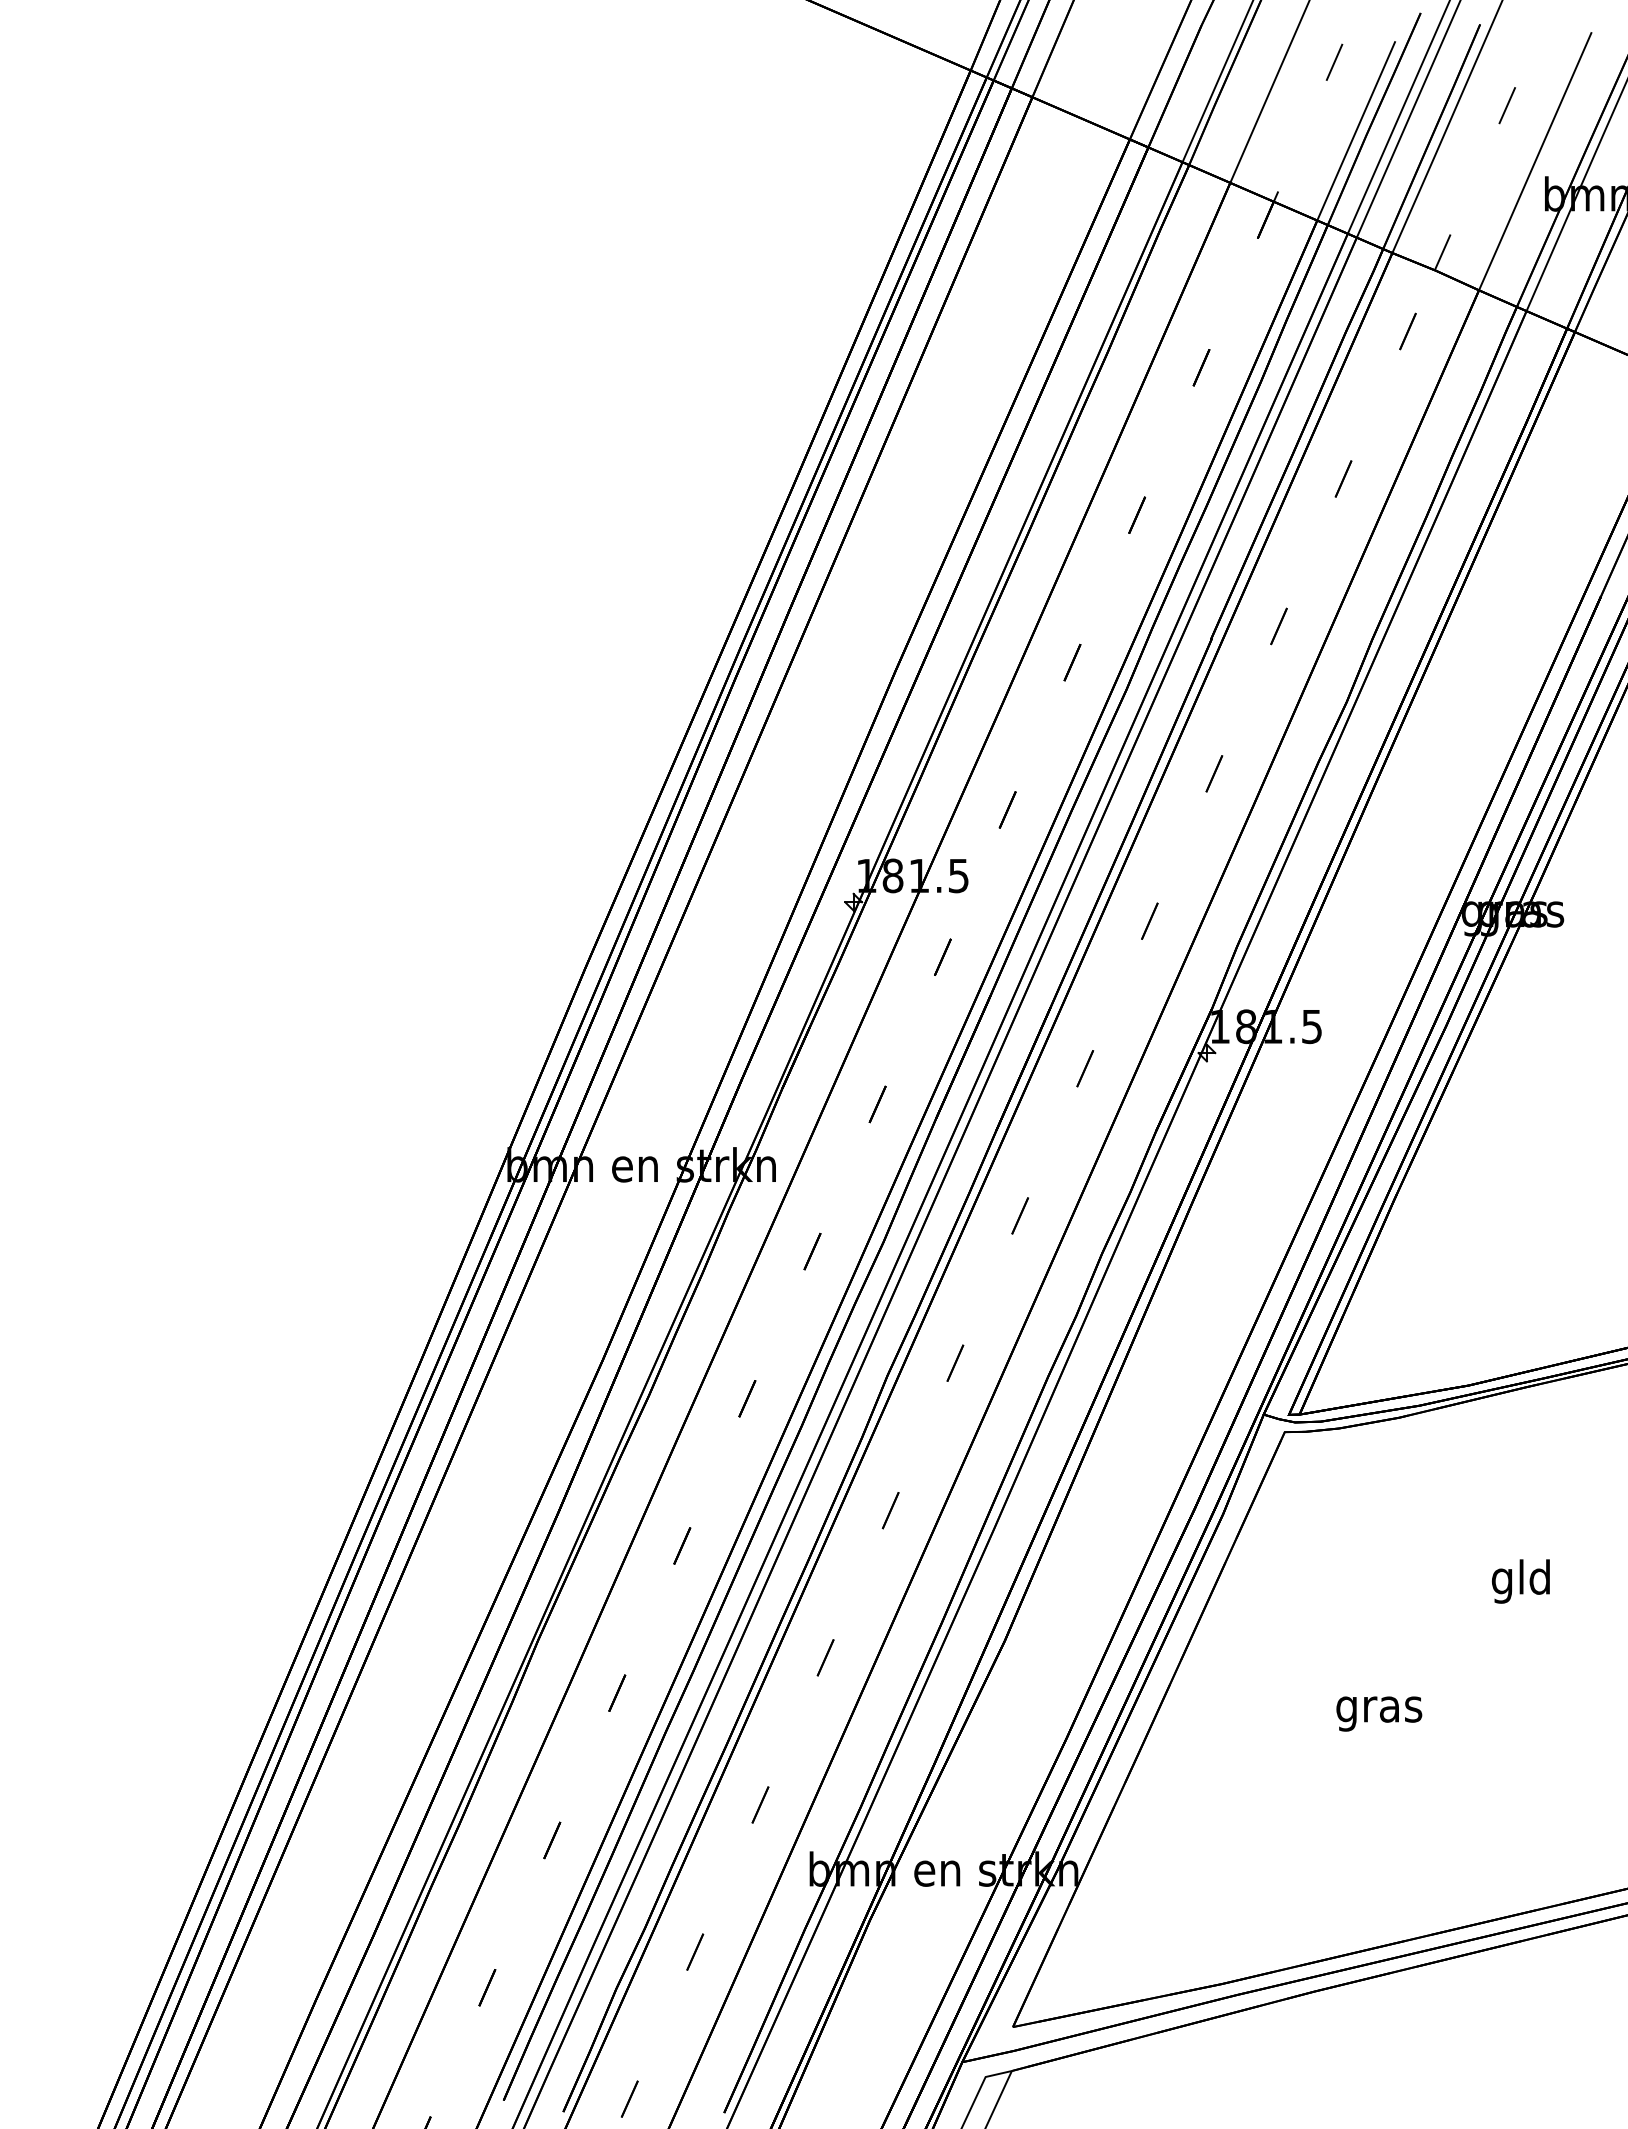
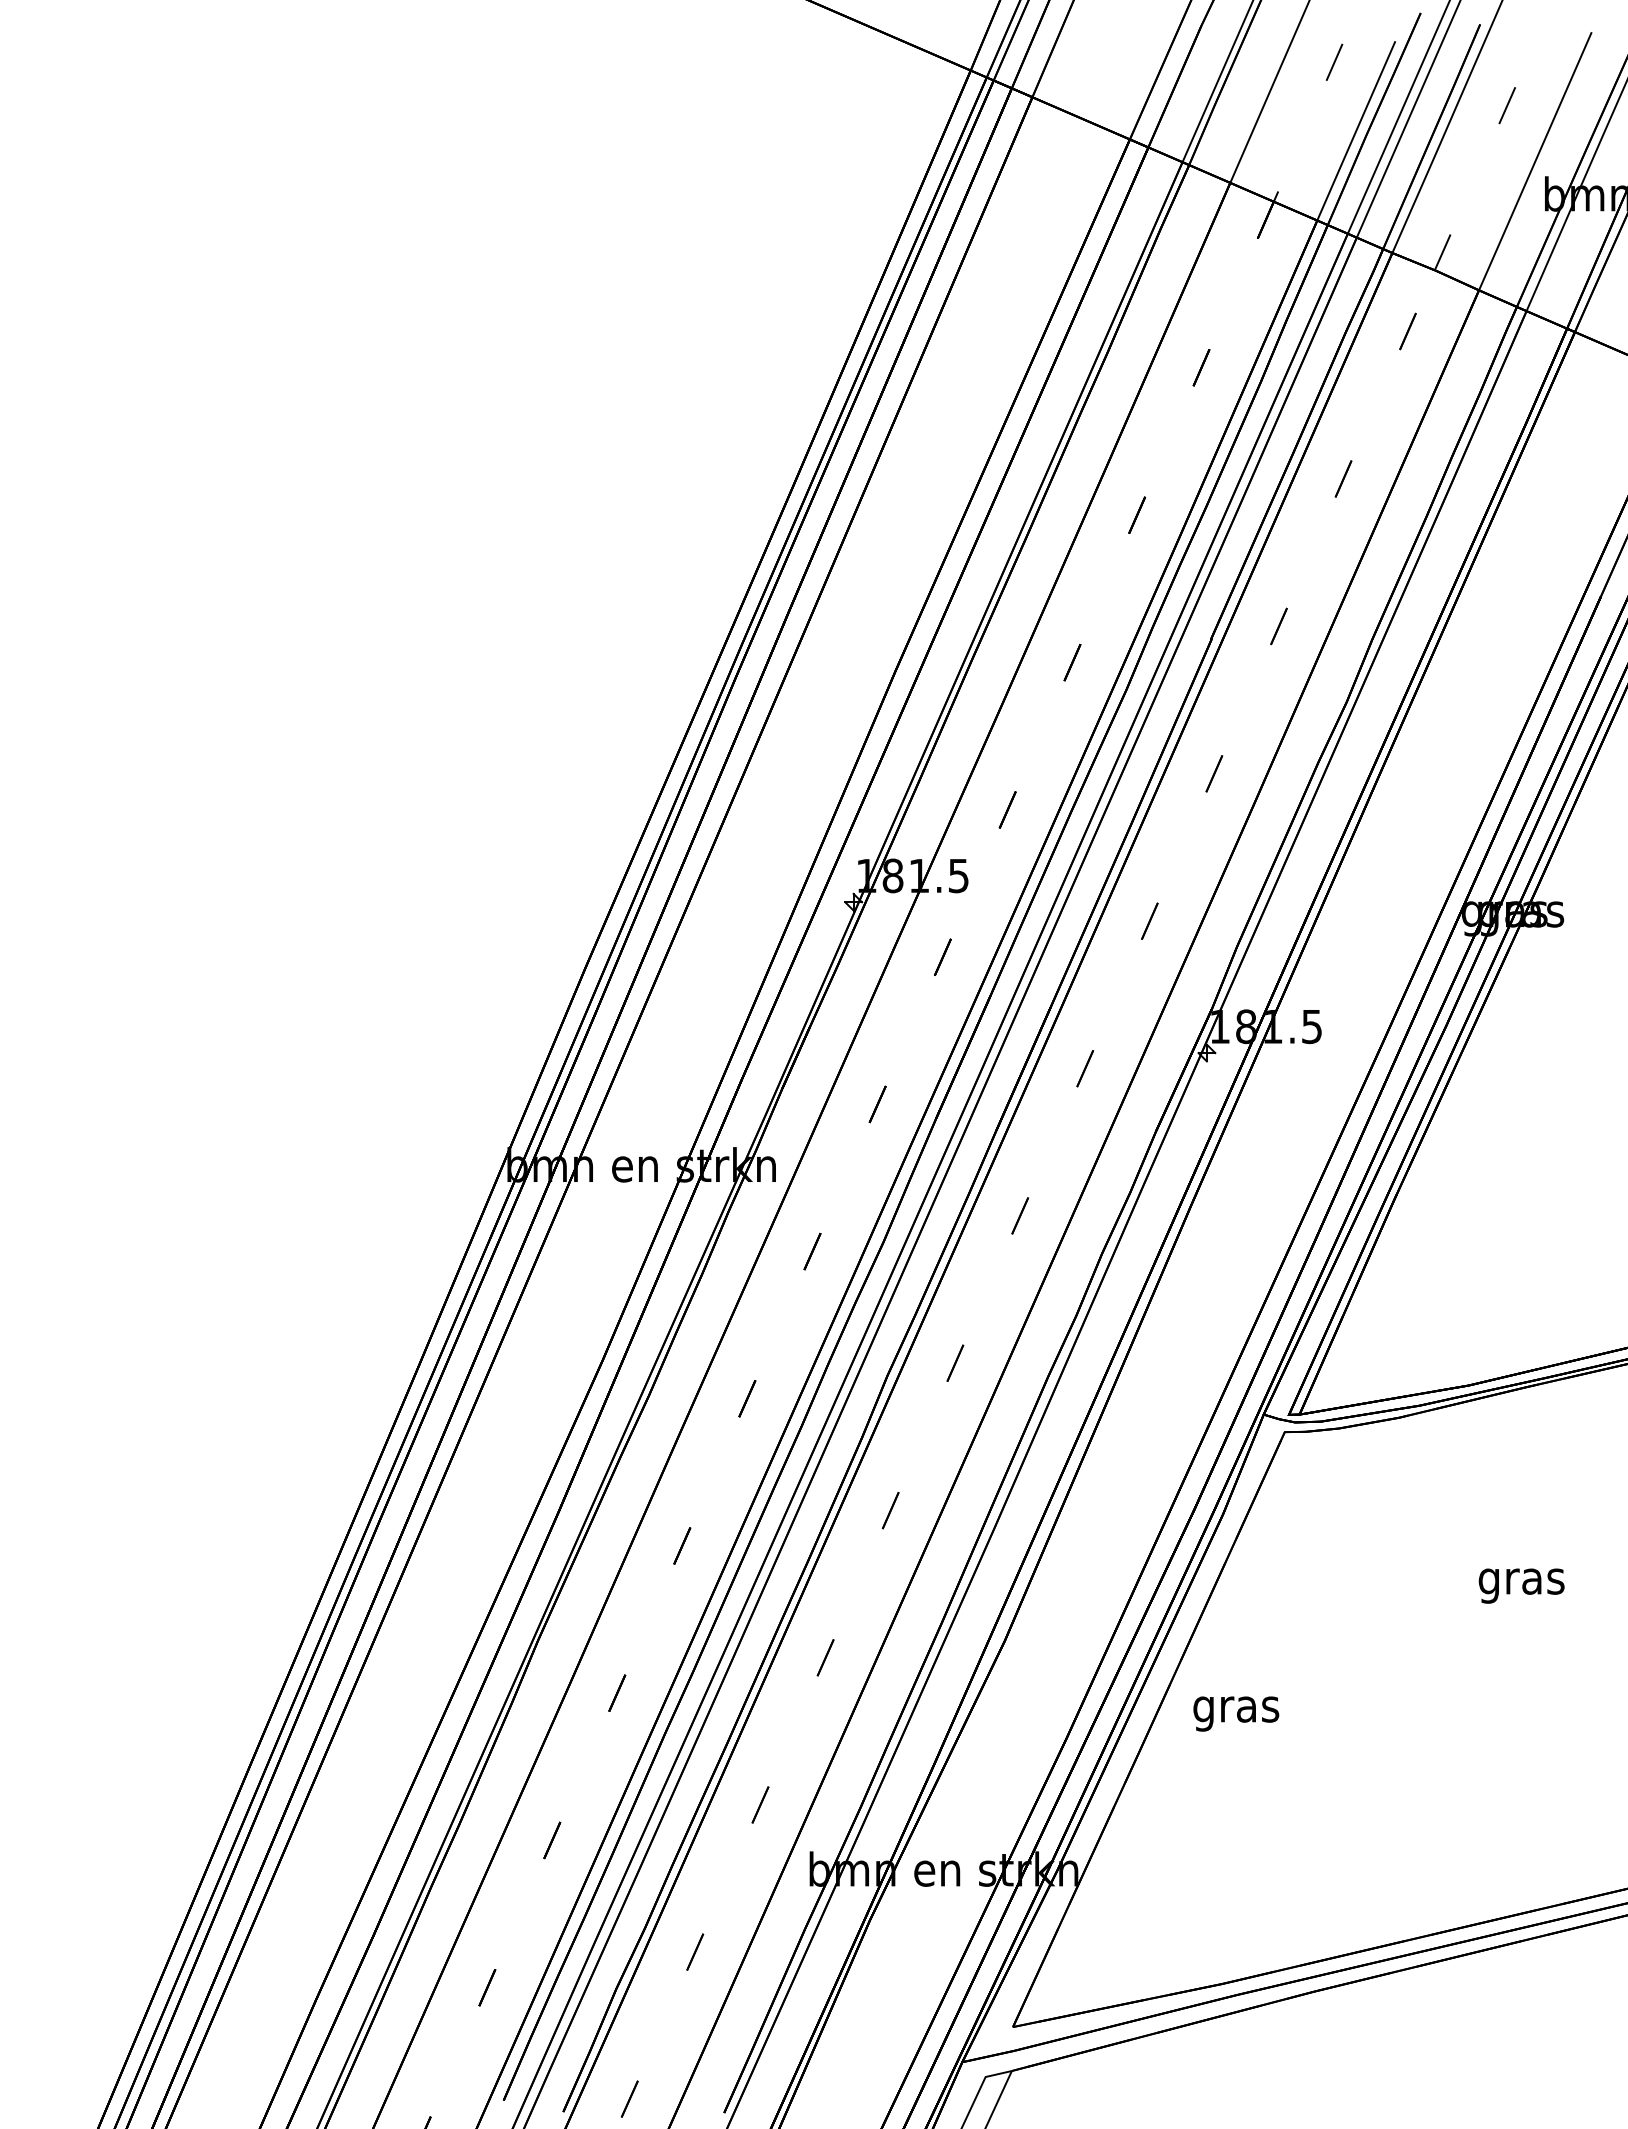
text at (1521, 1581): gld -> gras
text at (1379, 1713) position: (1379, 1713) -> (1236, 1713)
